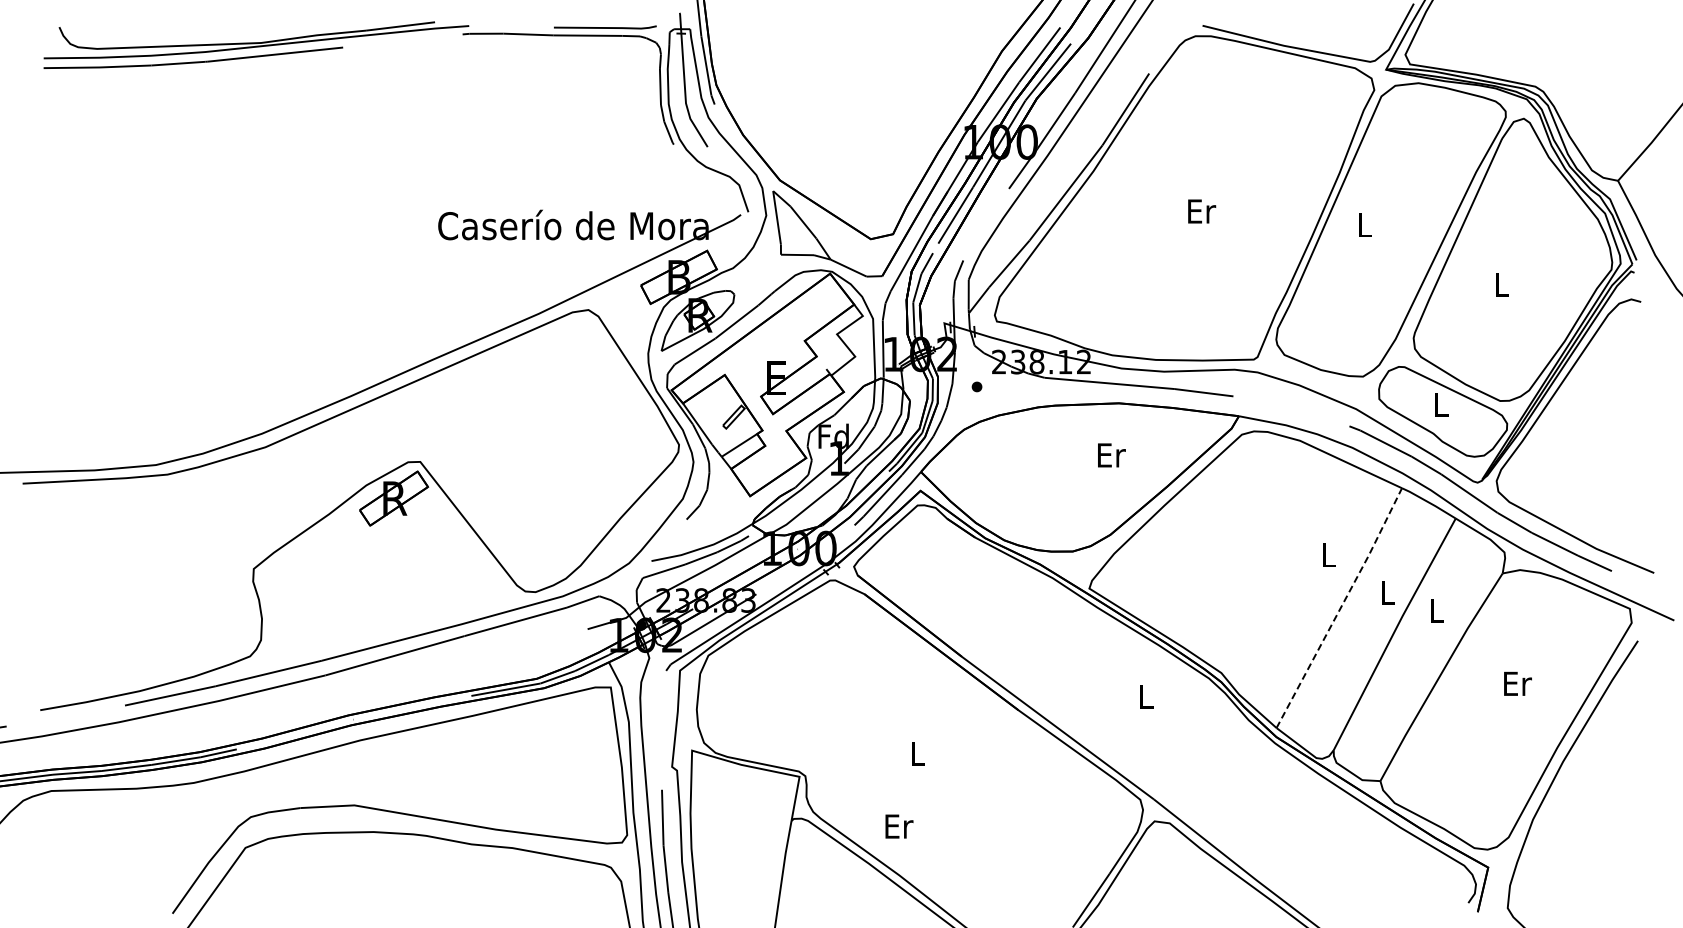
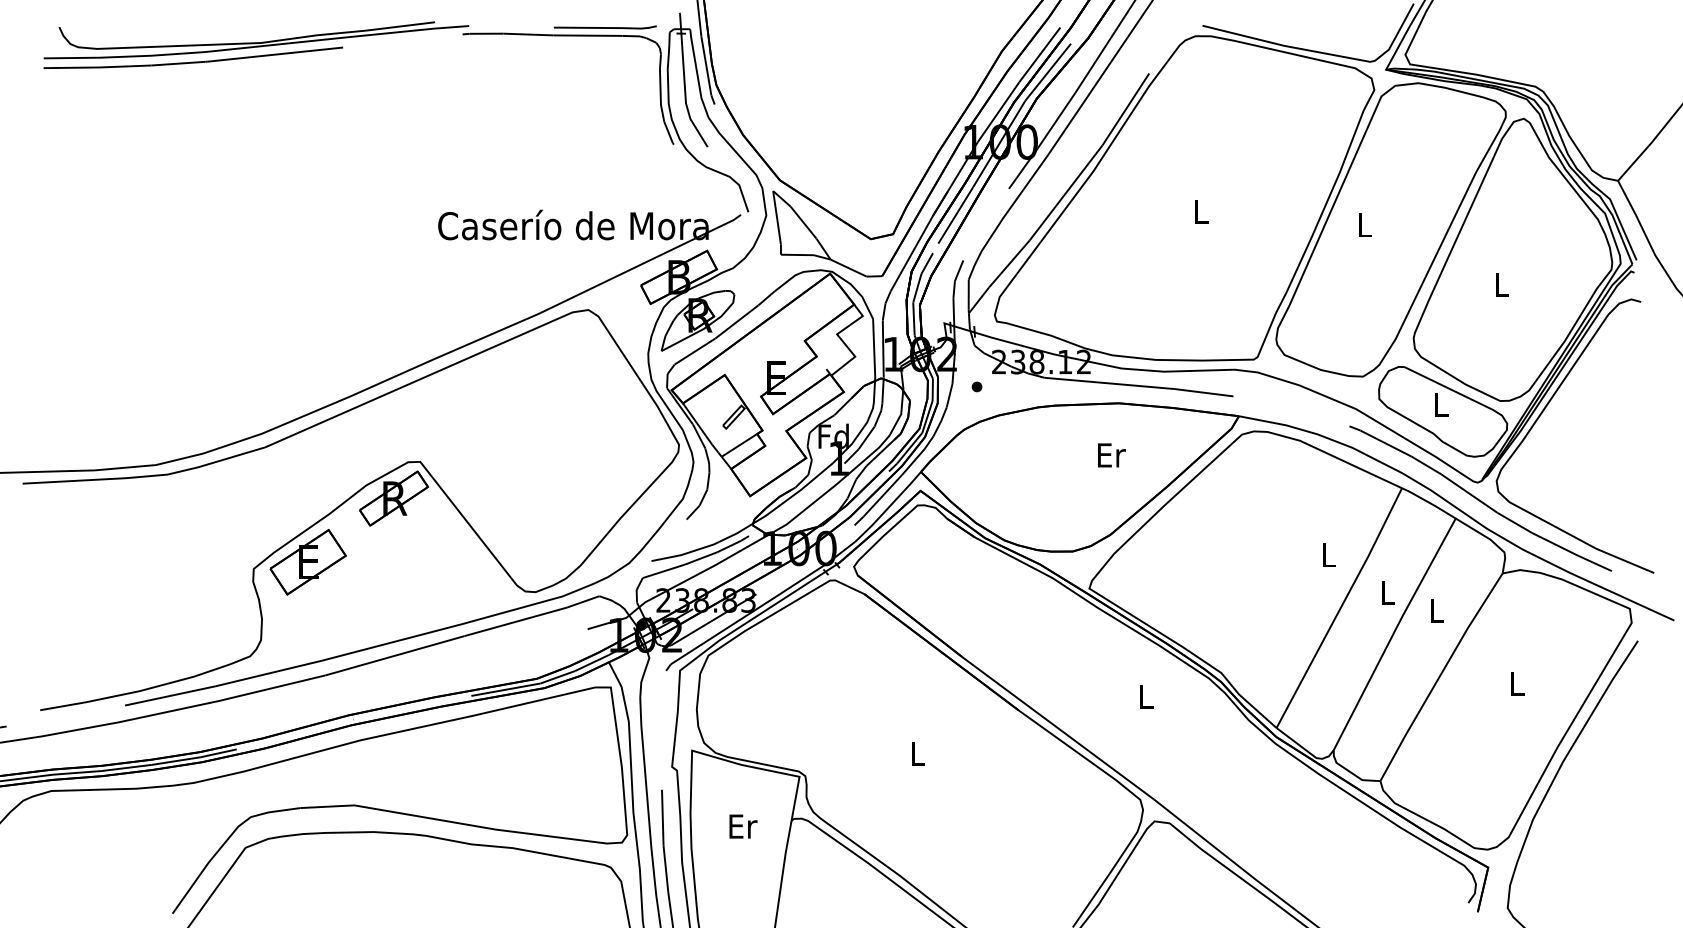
text at (1202, 211): Er -> L
part at (307, 562): none -> present
line at (1340, 607): dashed -> solid
text at (1517, 683): Er -> L
text at (899, 826) position: (899, 826) -> (743, 826)
